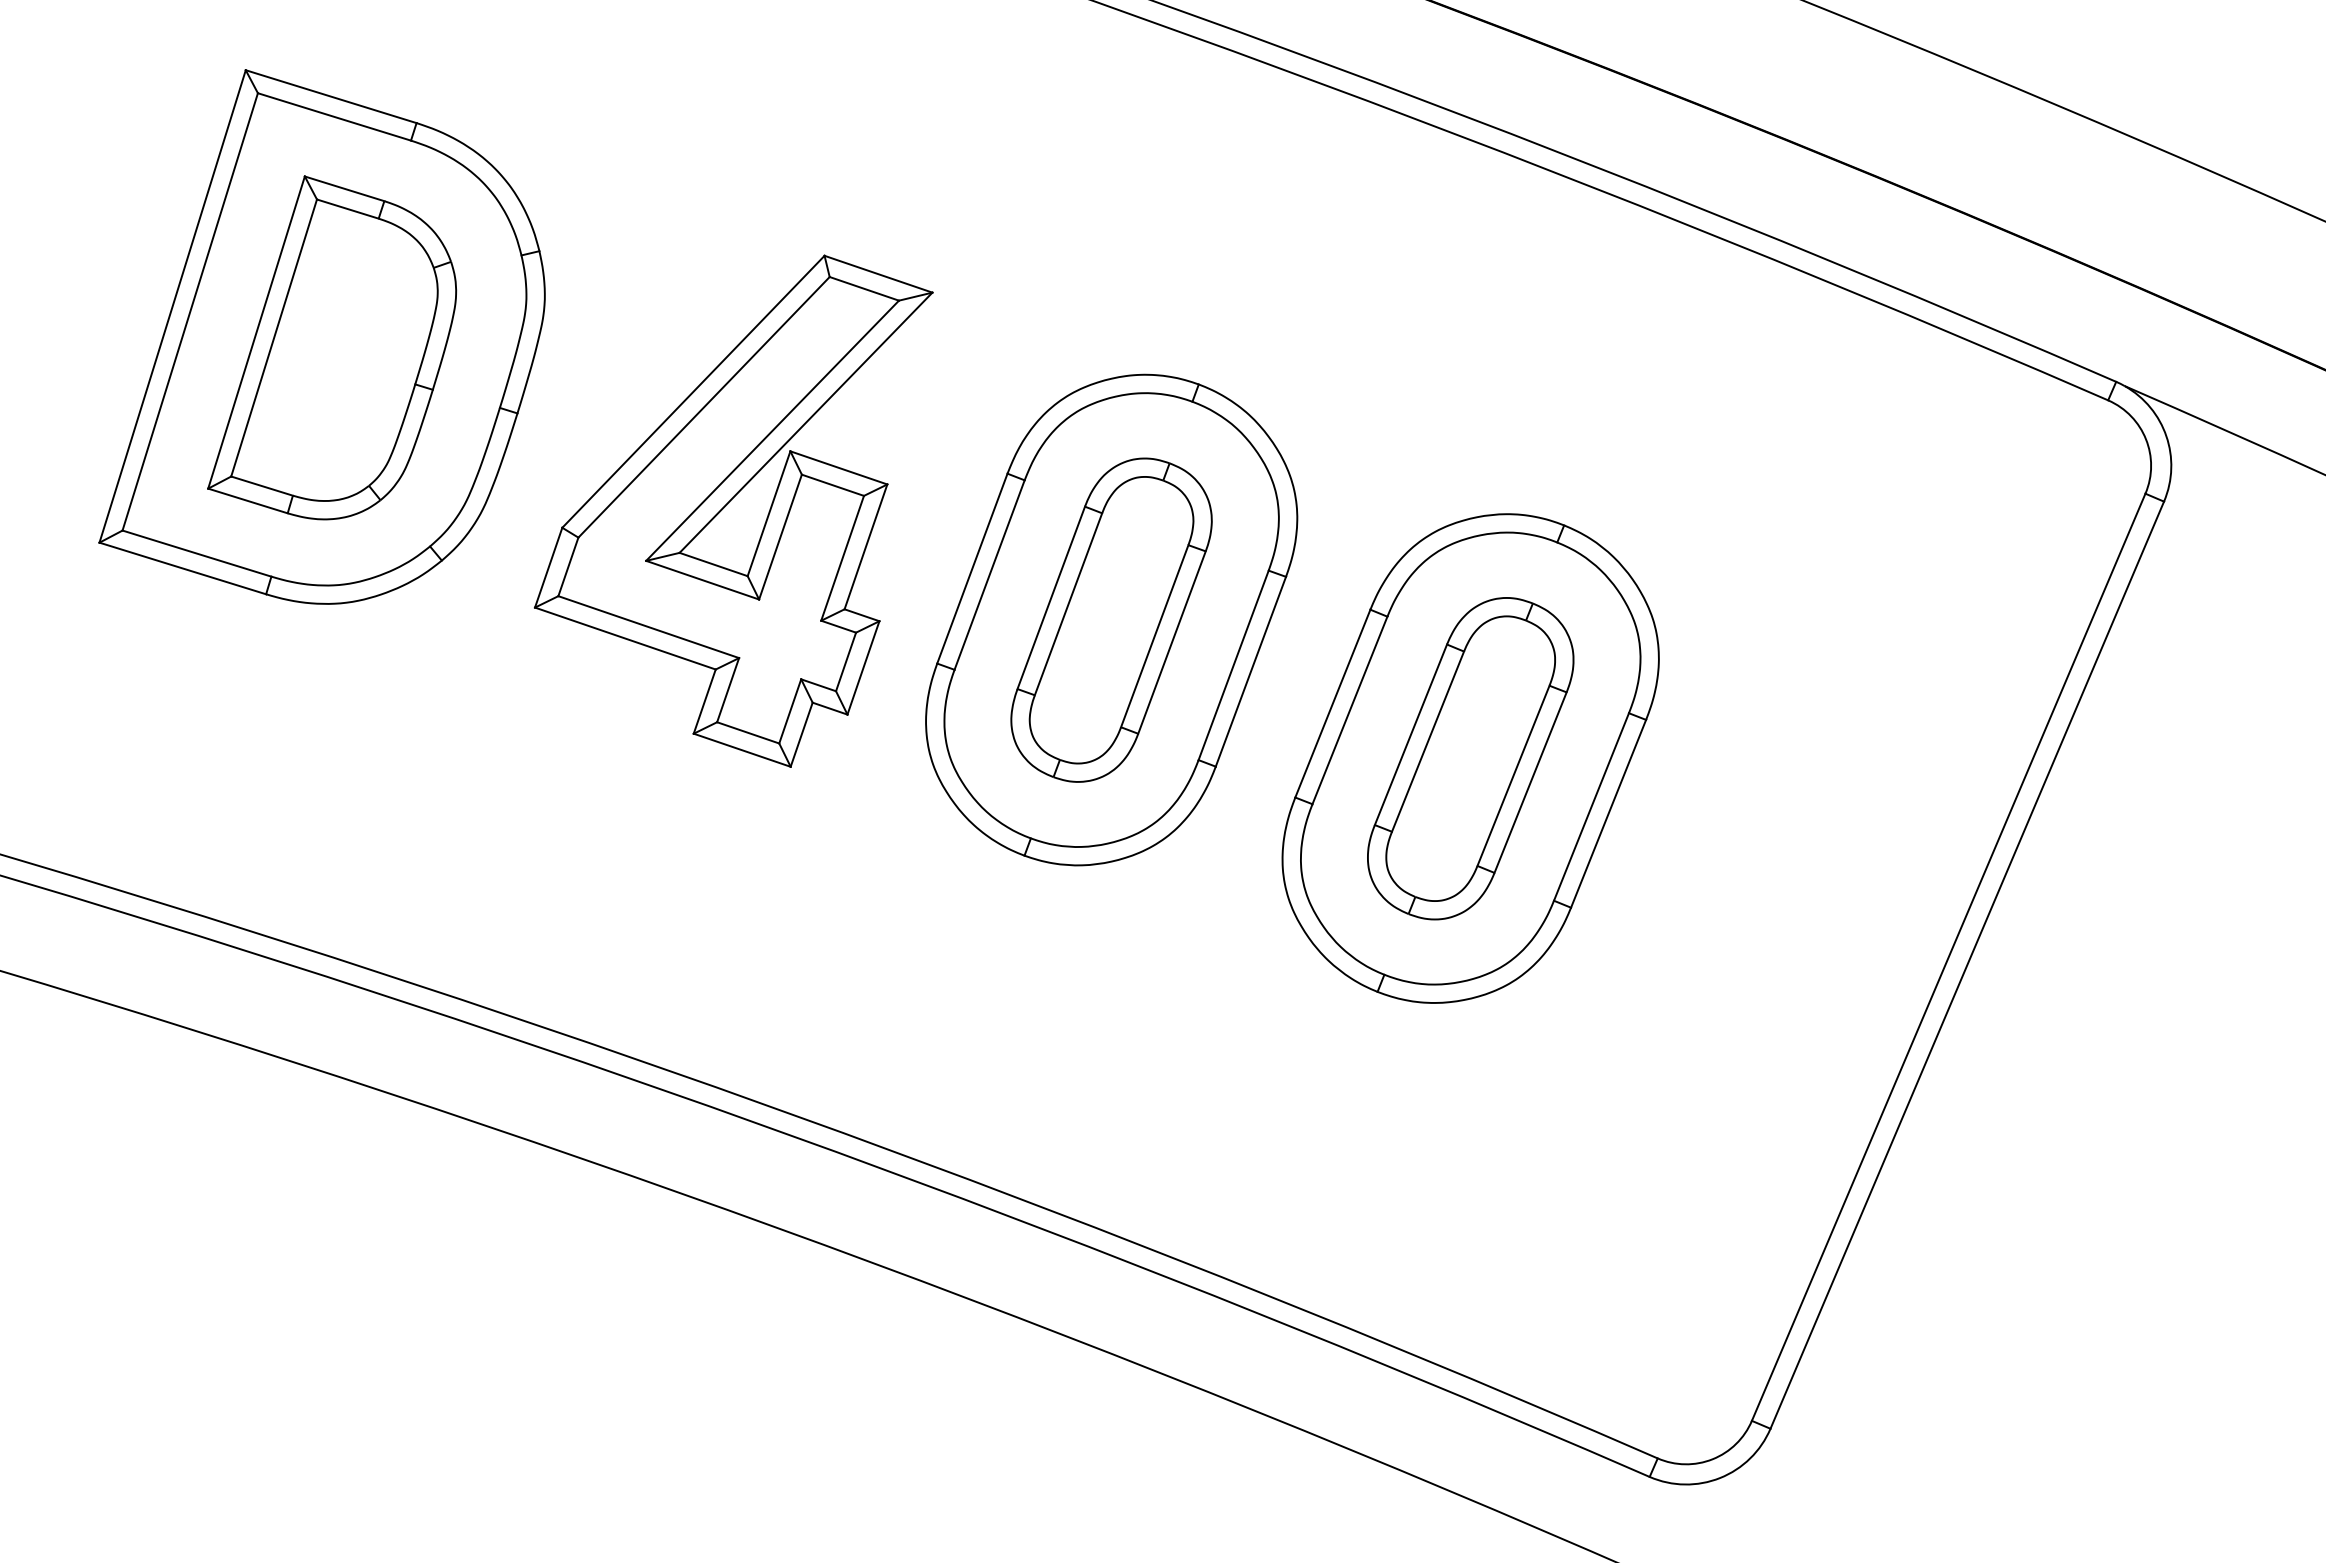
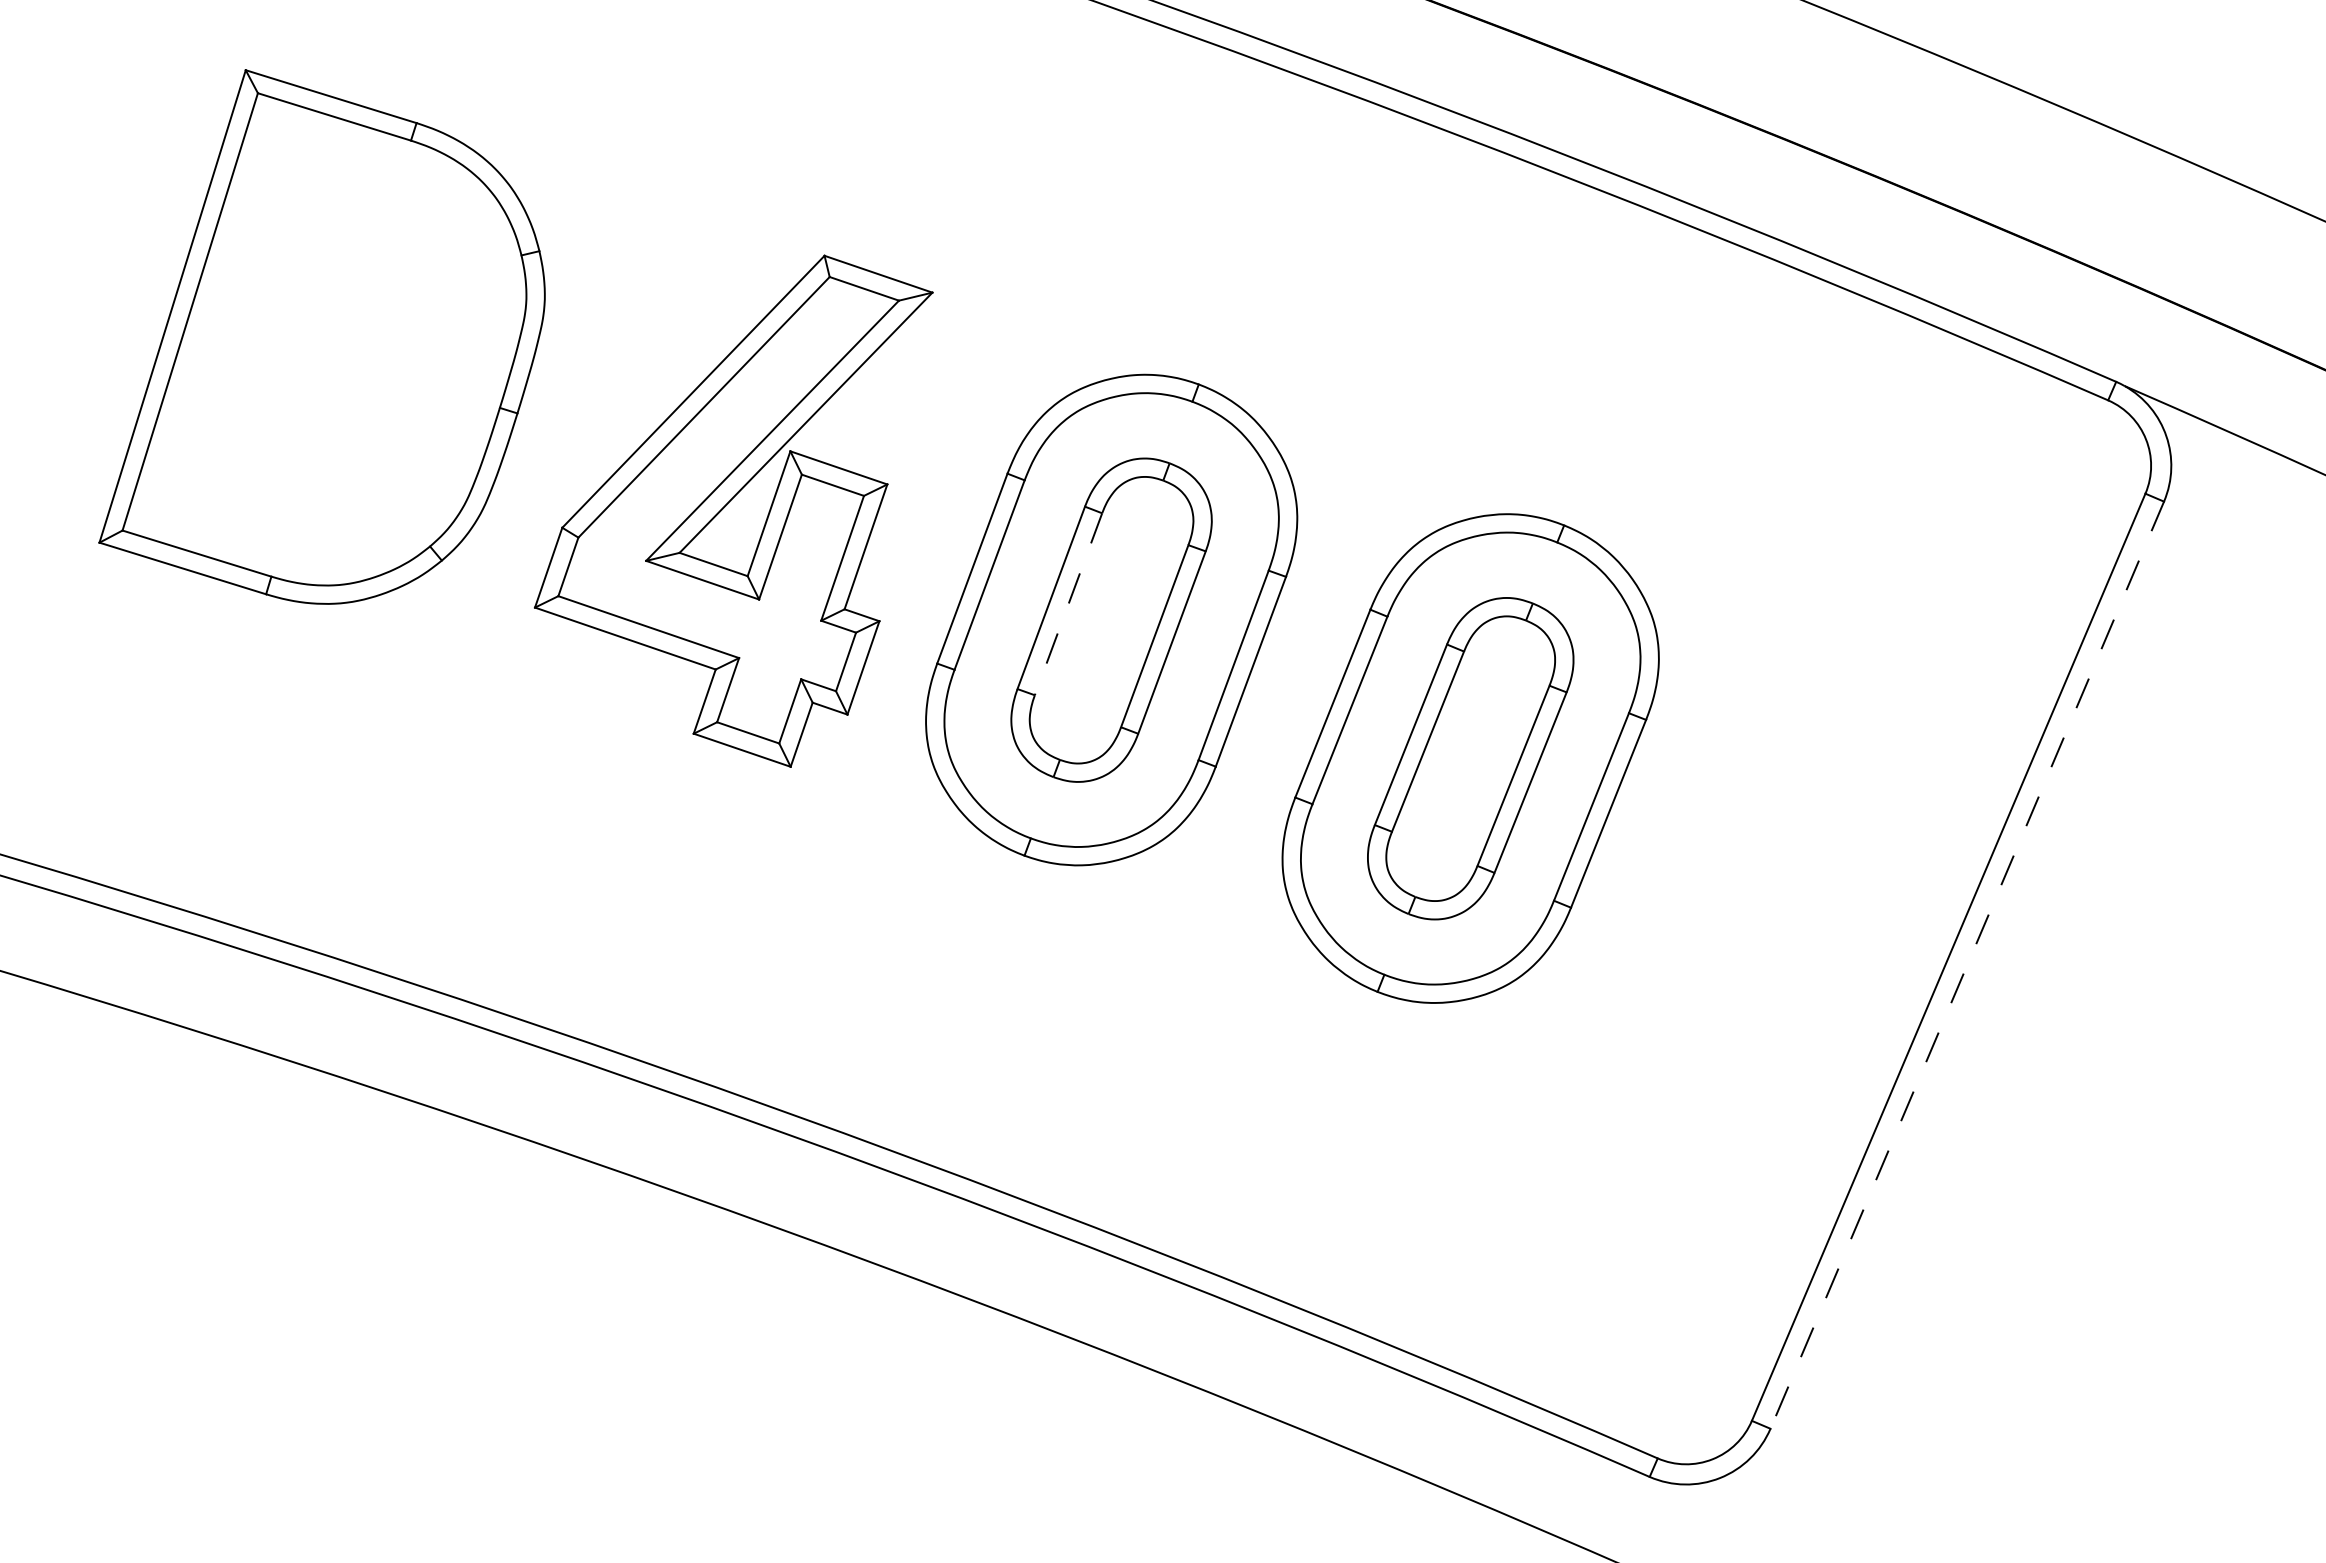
part at (332, 347): present -> none
line at (1068, 604): solid -> dashed
line at (1967, 965): solid -> dashed
